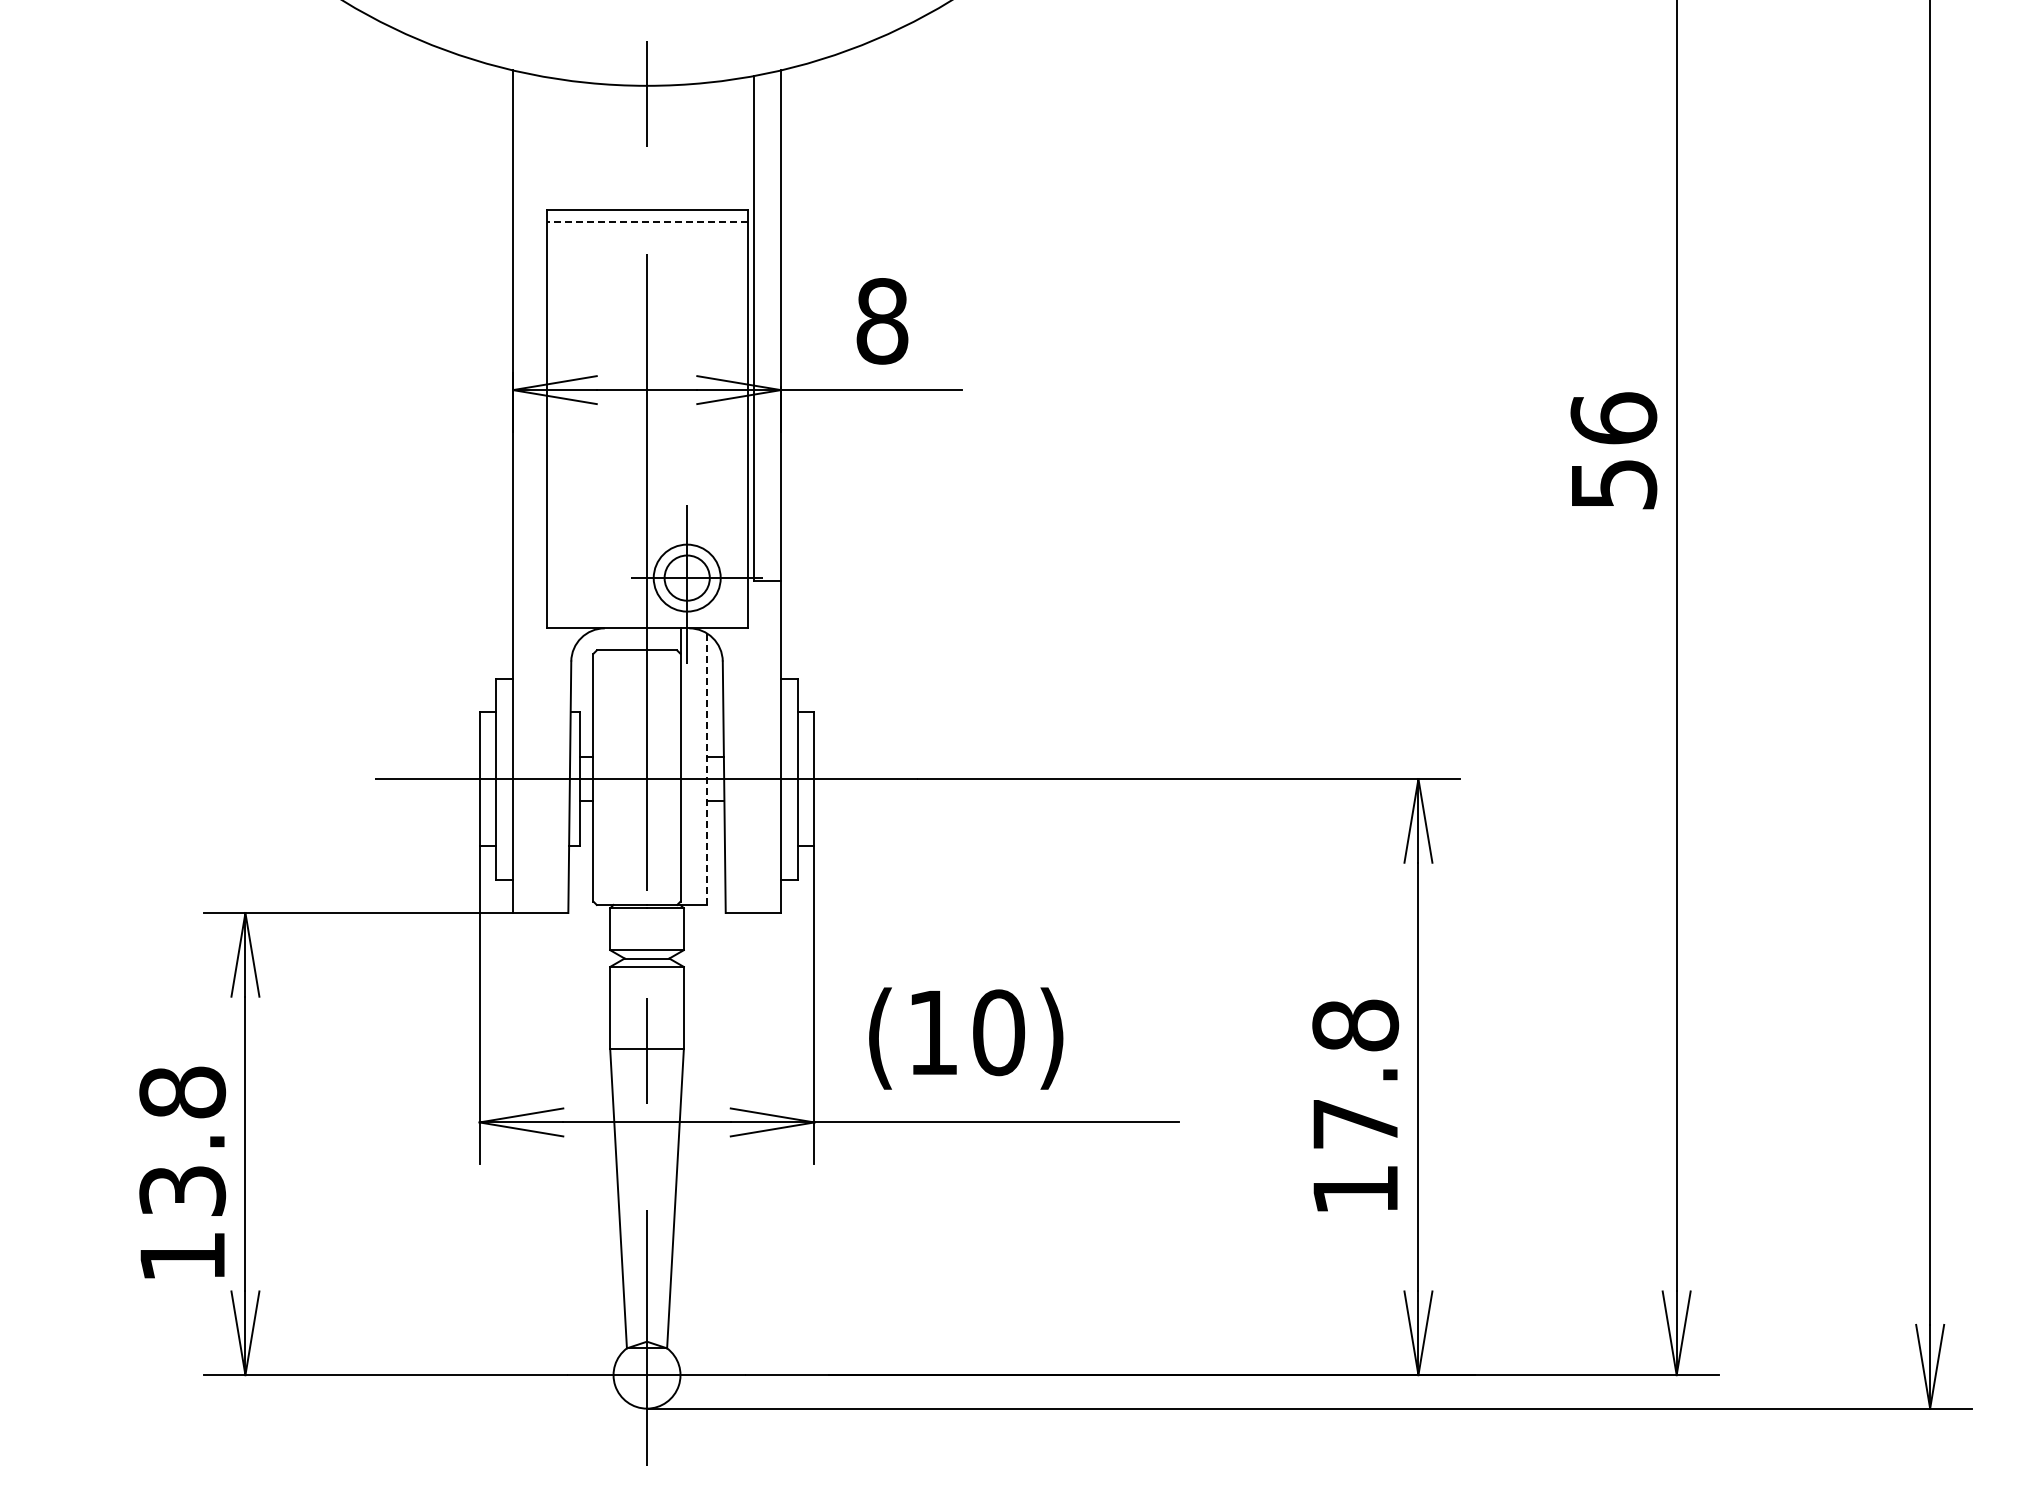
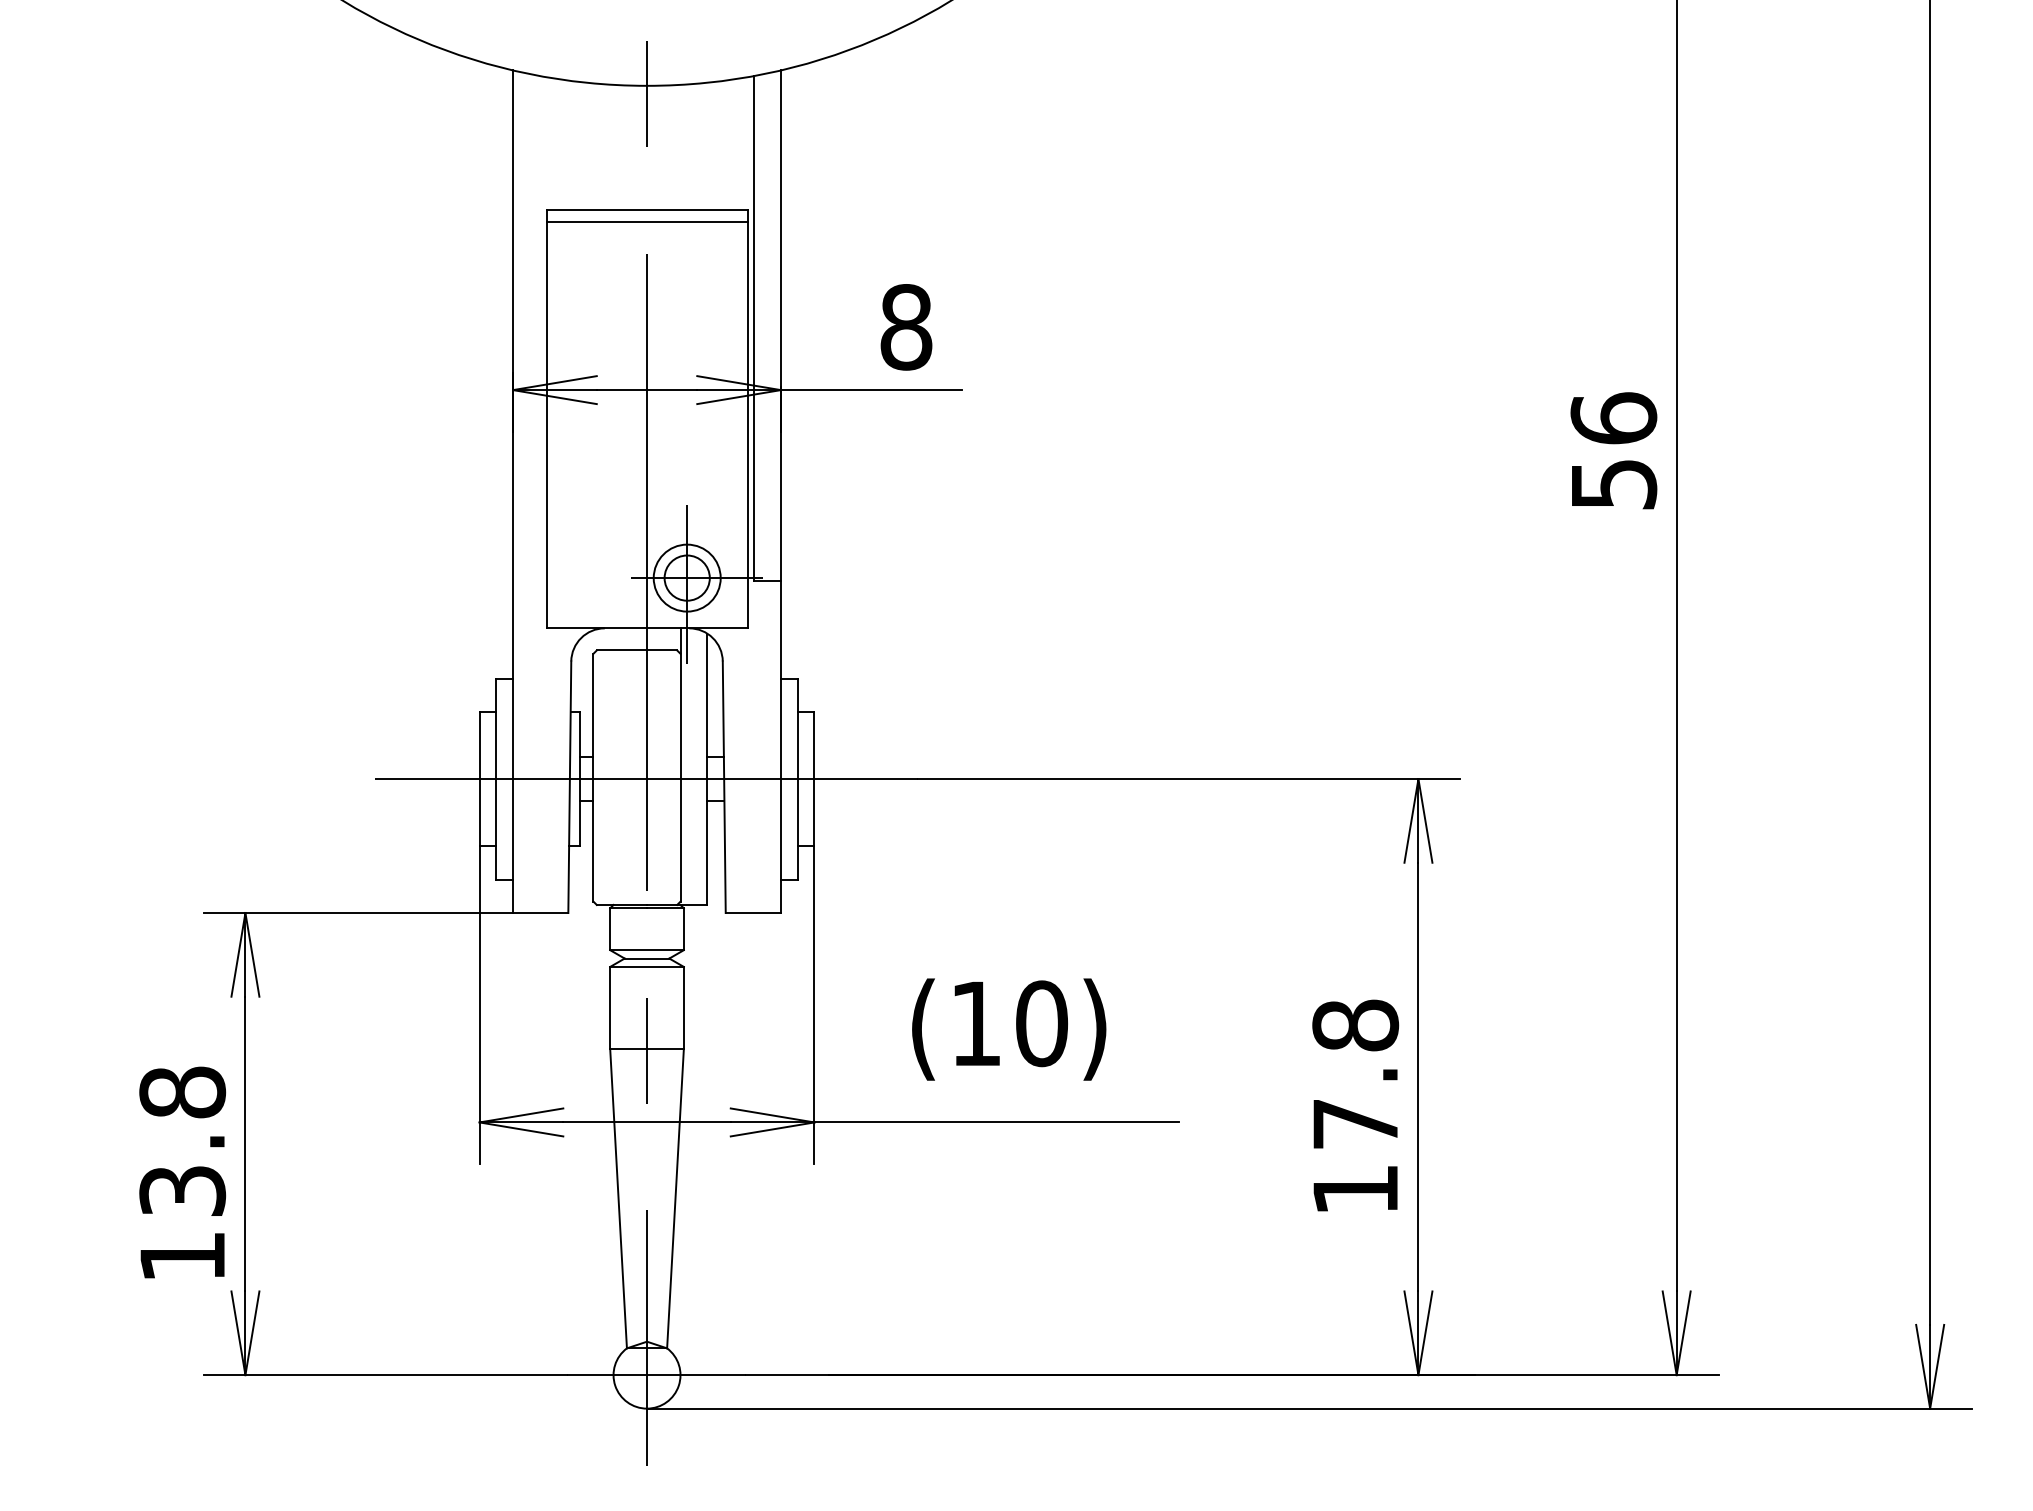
line at (646, 222): dashed -> solid
text at (882, 321) position: (882, 321) -> (906, 327)
line at (707, 769): dashed -> solid
text at (966, 1038) position: (966, 1038) -> (1009, 1029)
